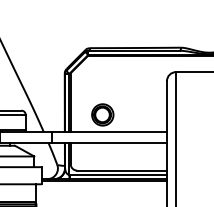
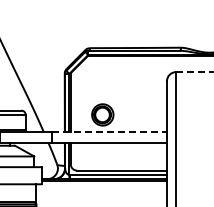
line at (194, 72): solid -> dashed
line at (110, 132): solid -> dashed
